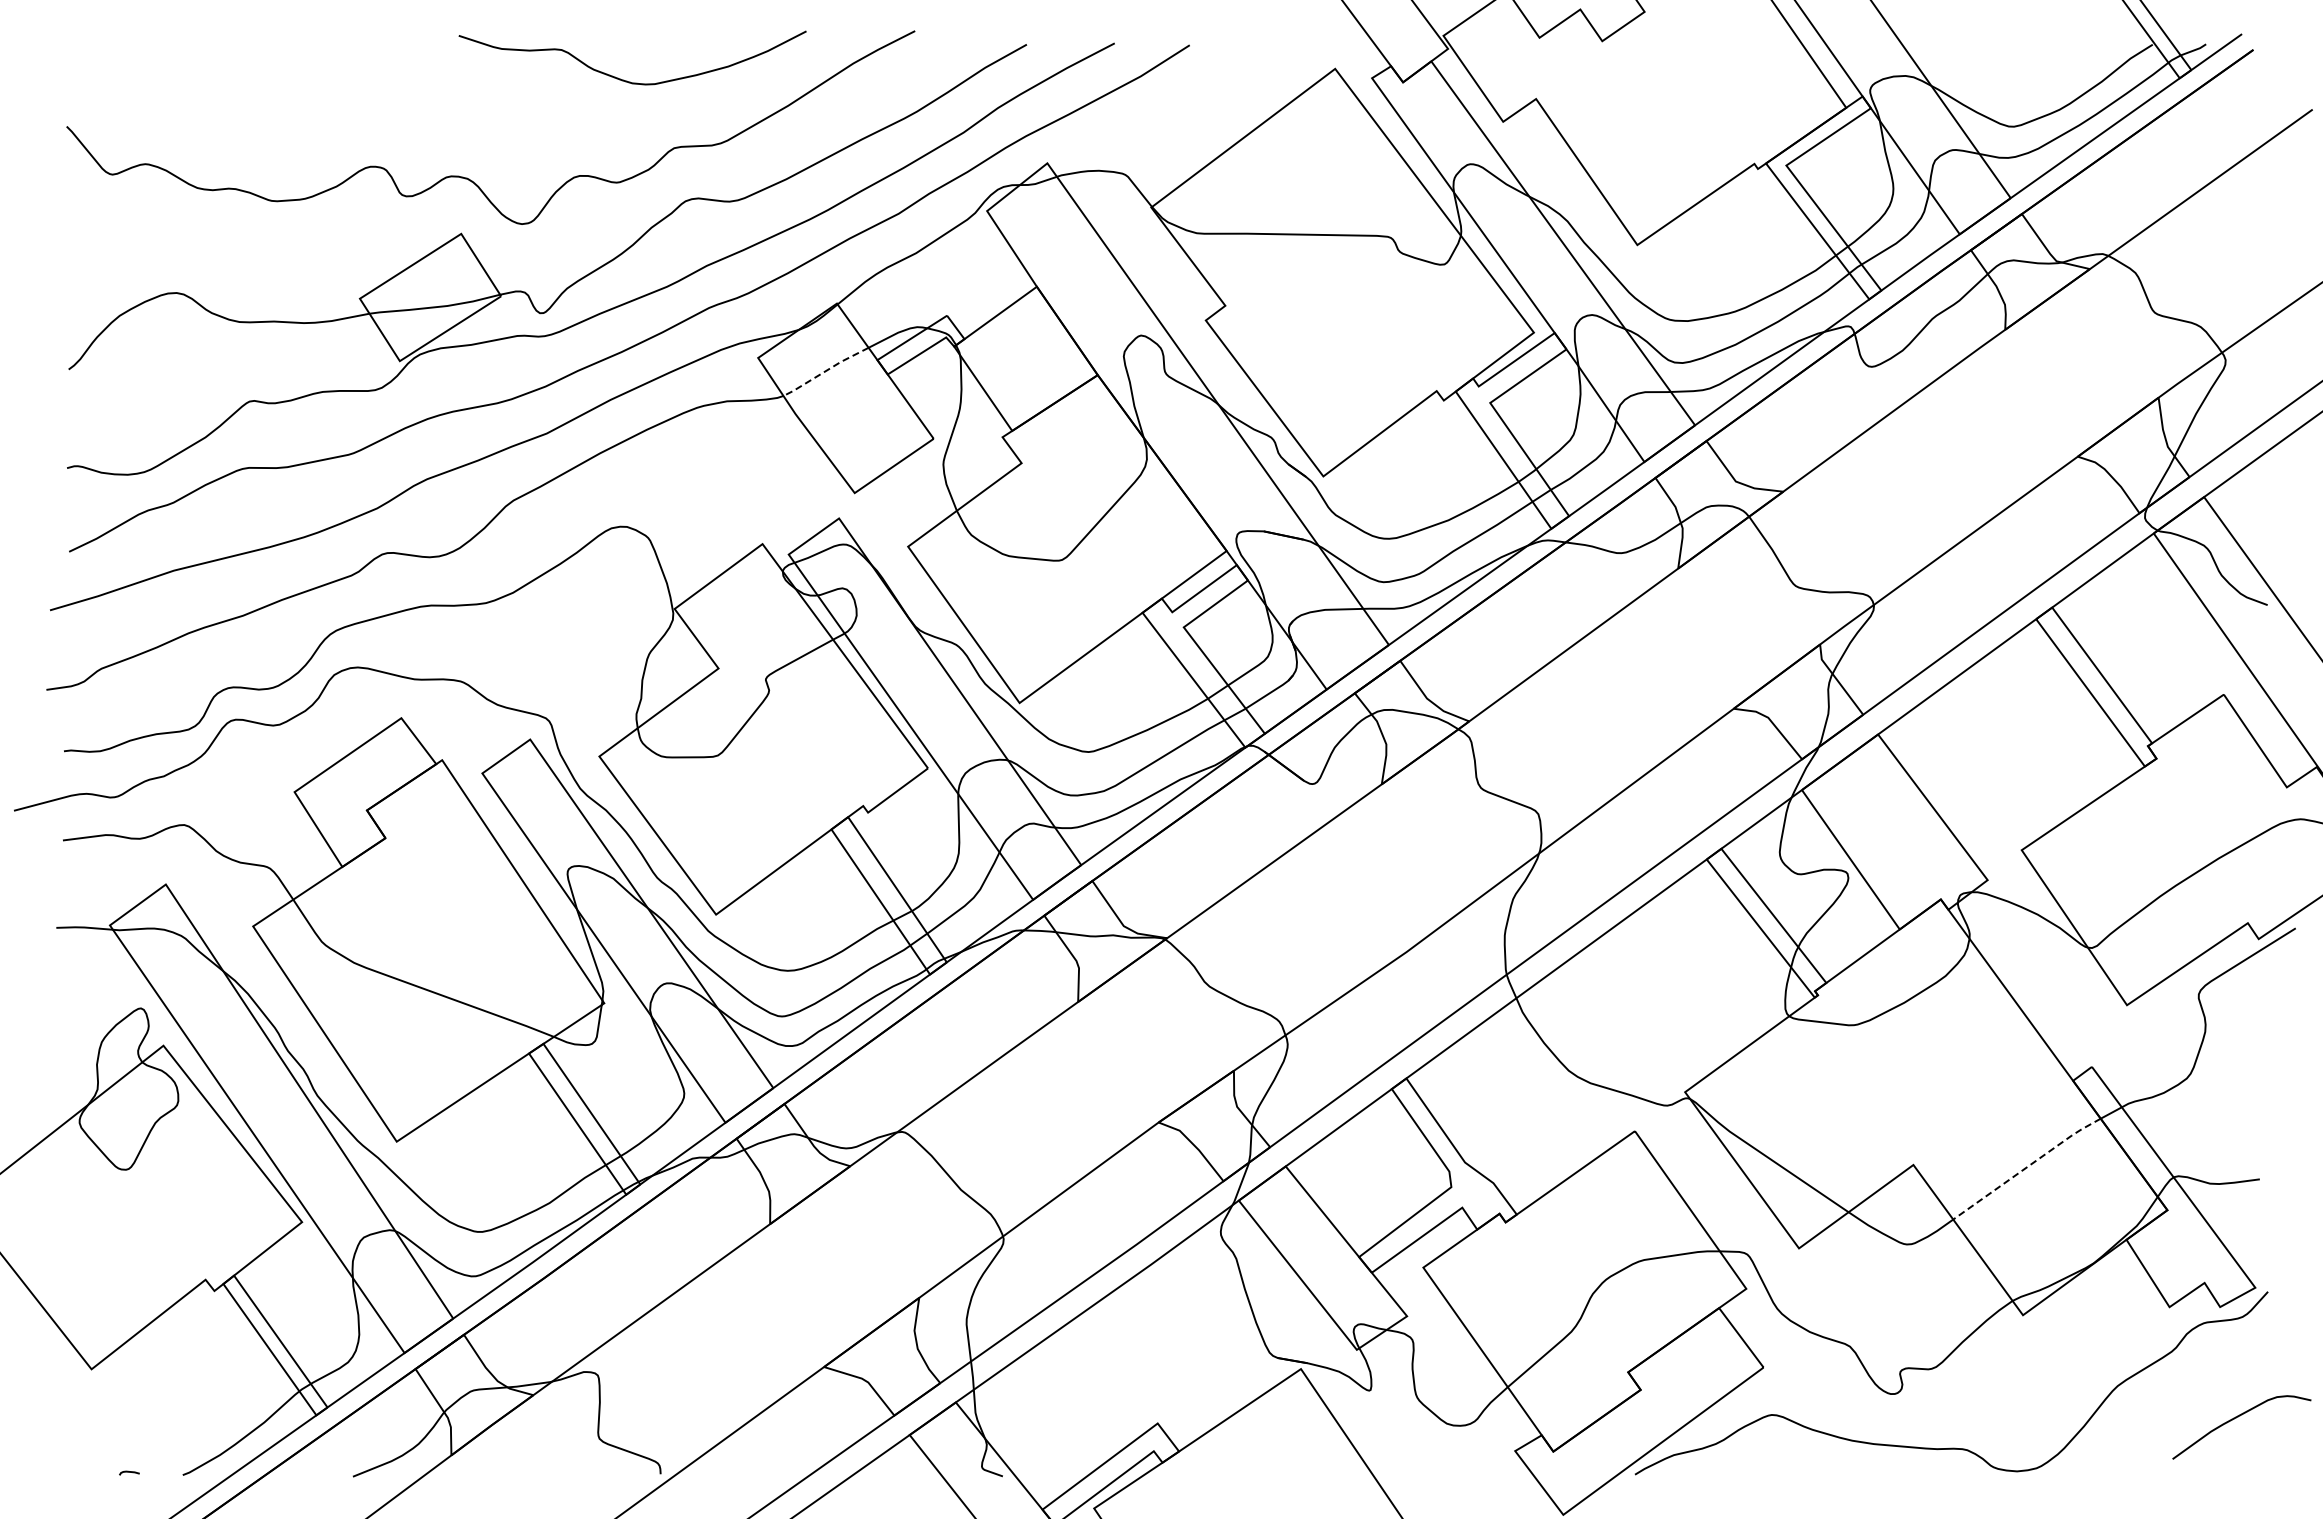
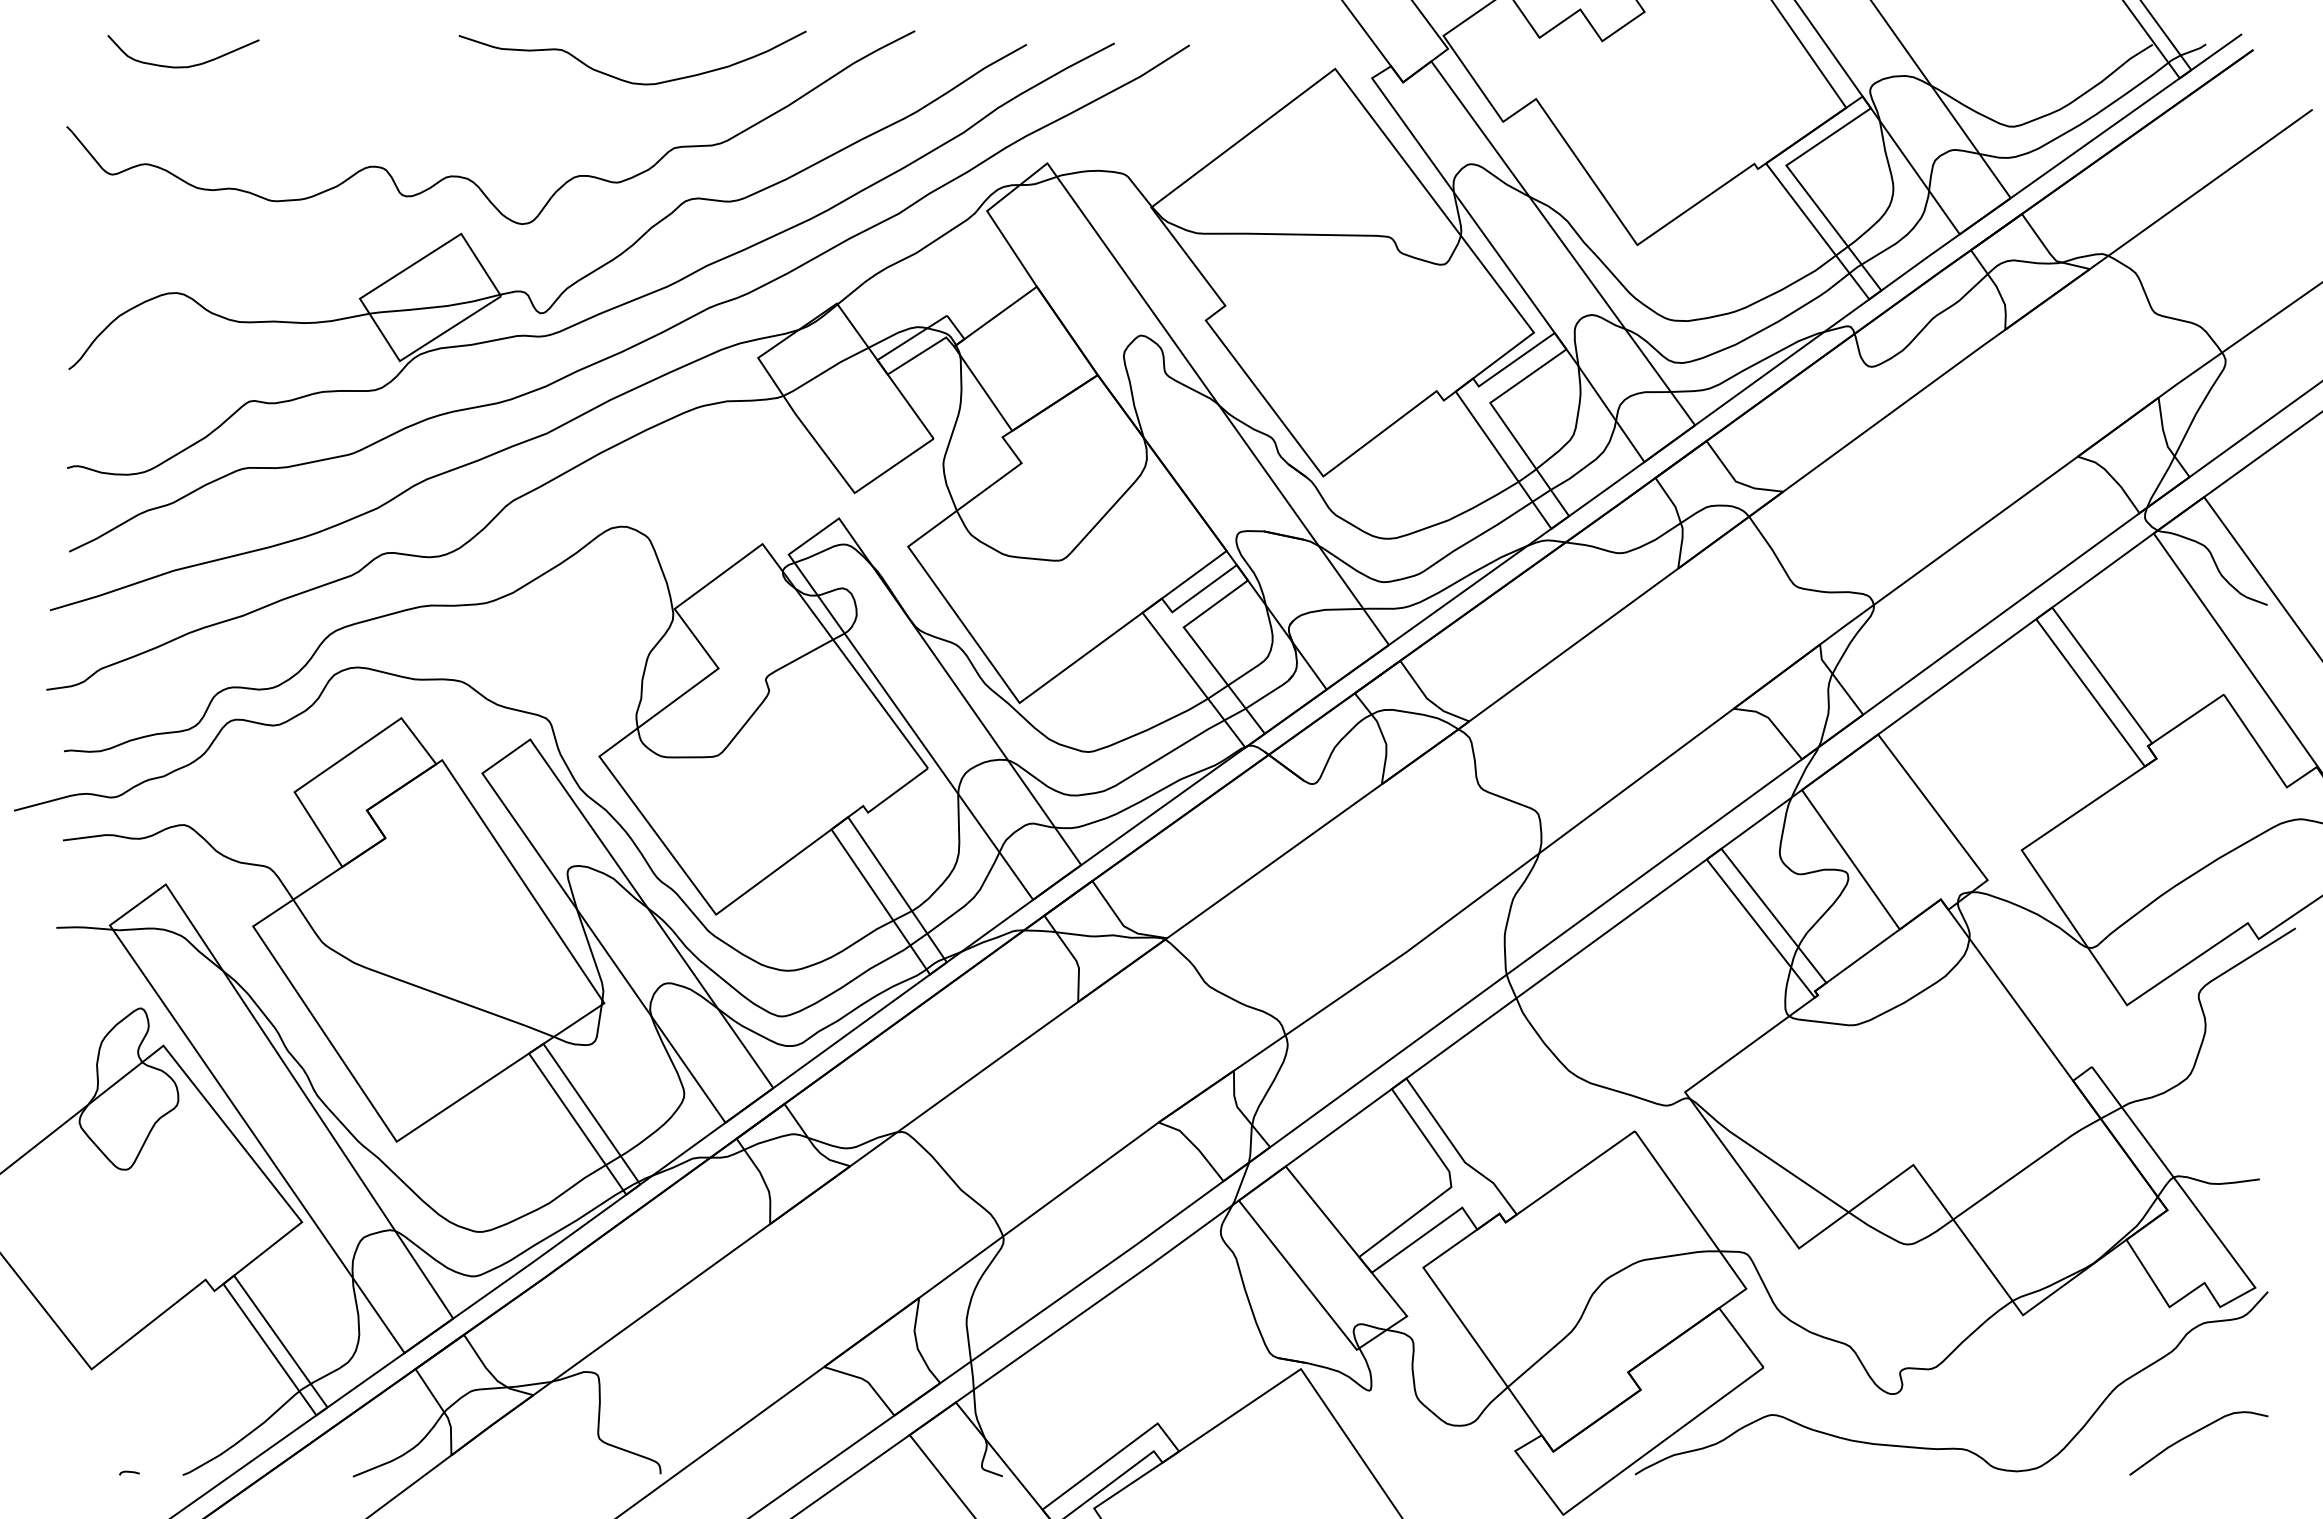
curve at (183, 66): none -> present
line at (825, 371): dashed -> solid
line at (2027, 1167): dashed -> solid
curve at (2236, 1418) position: (2236, 1418) -> (2193, 1434)
